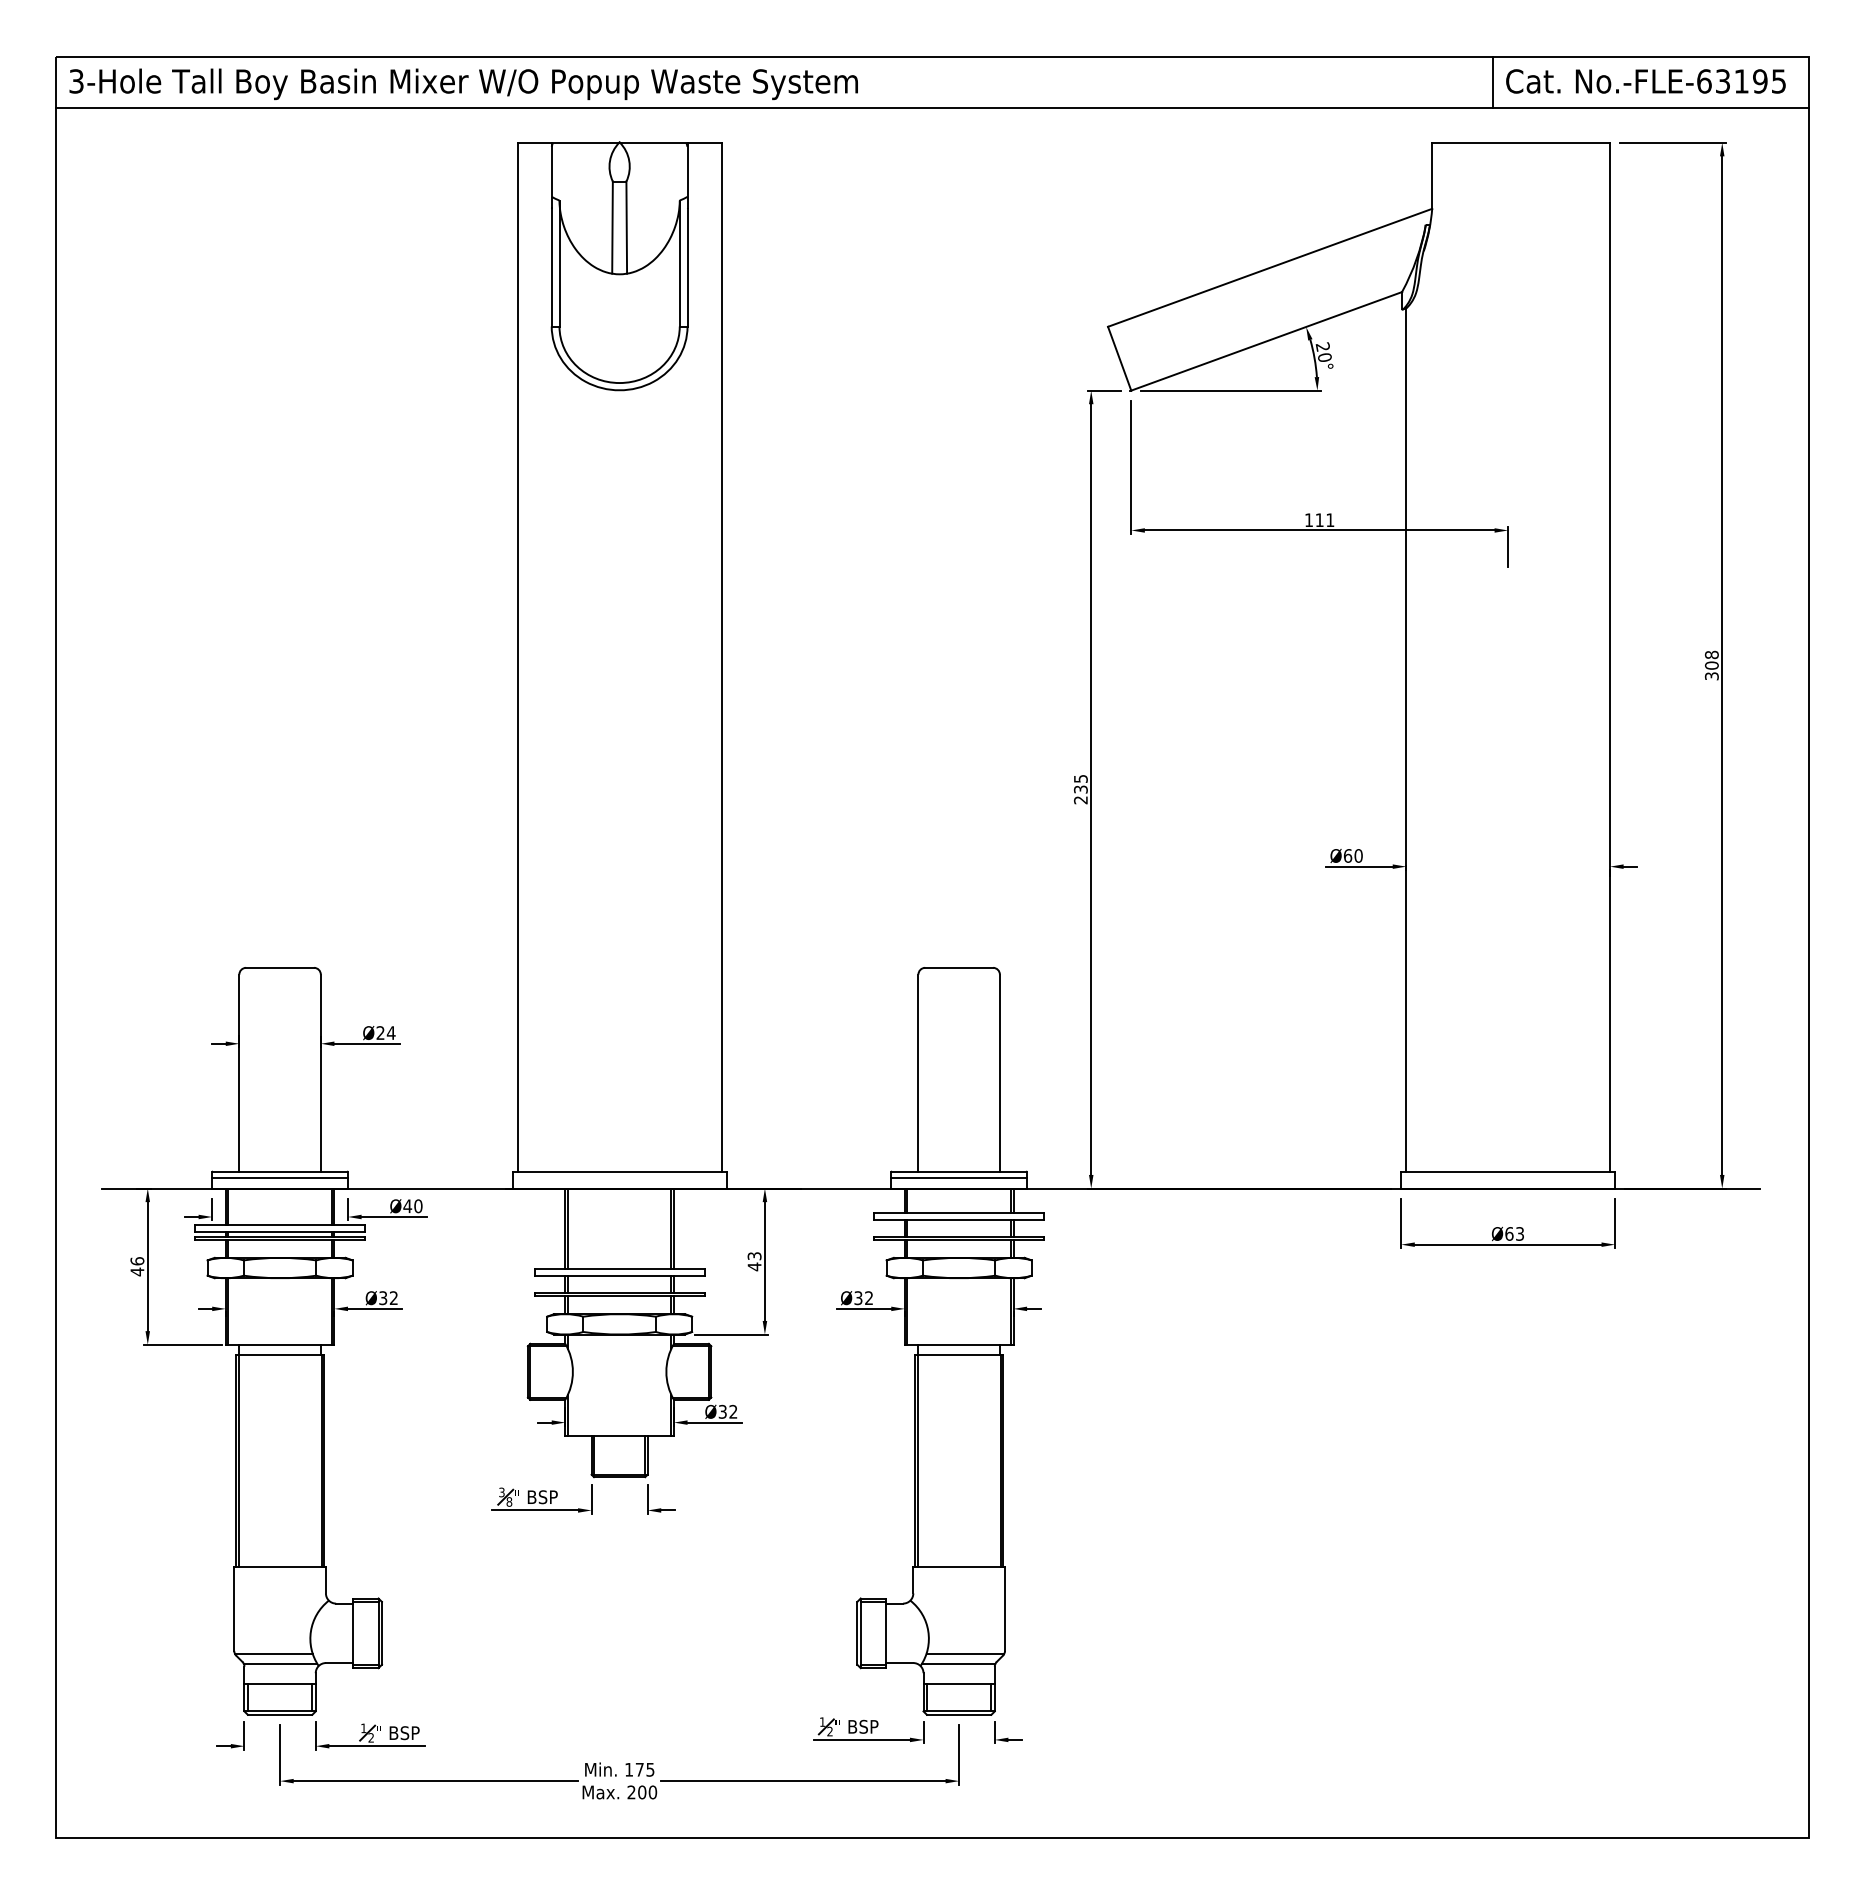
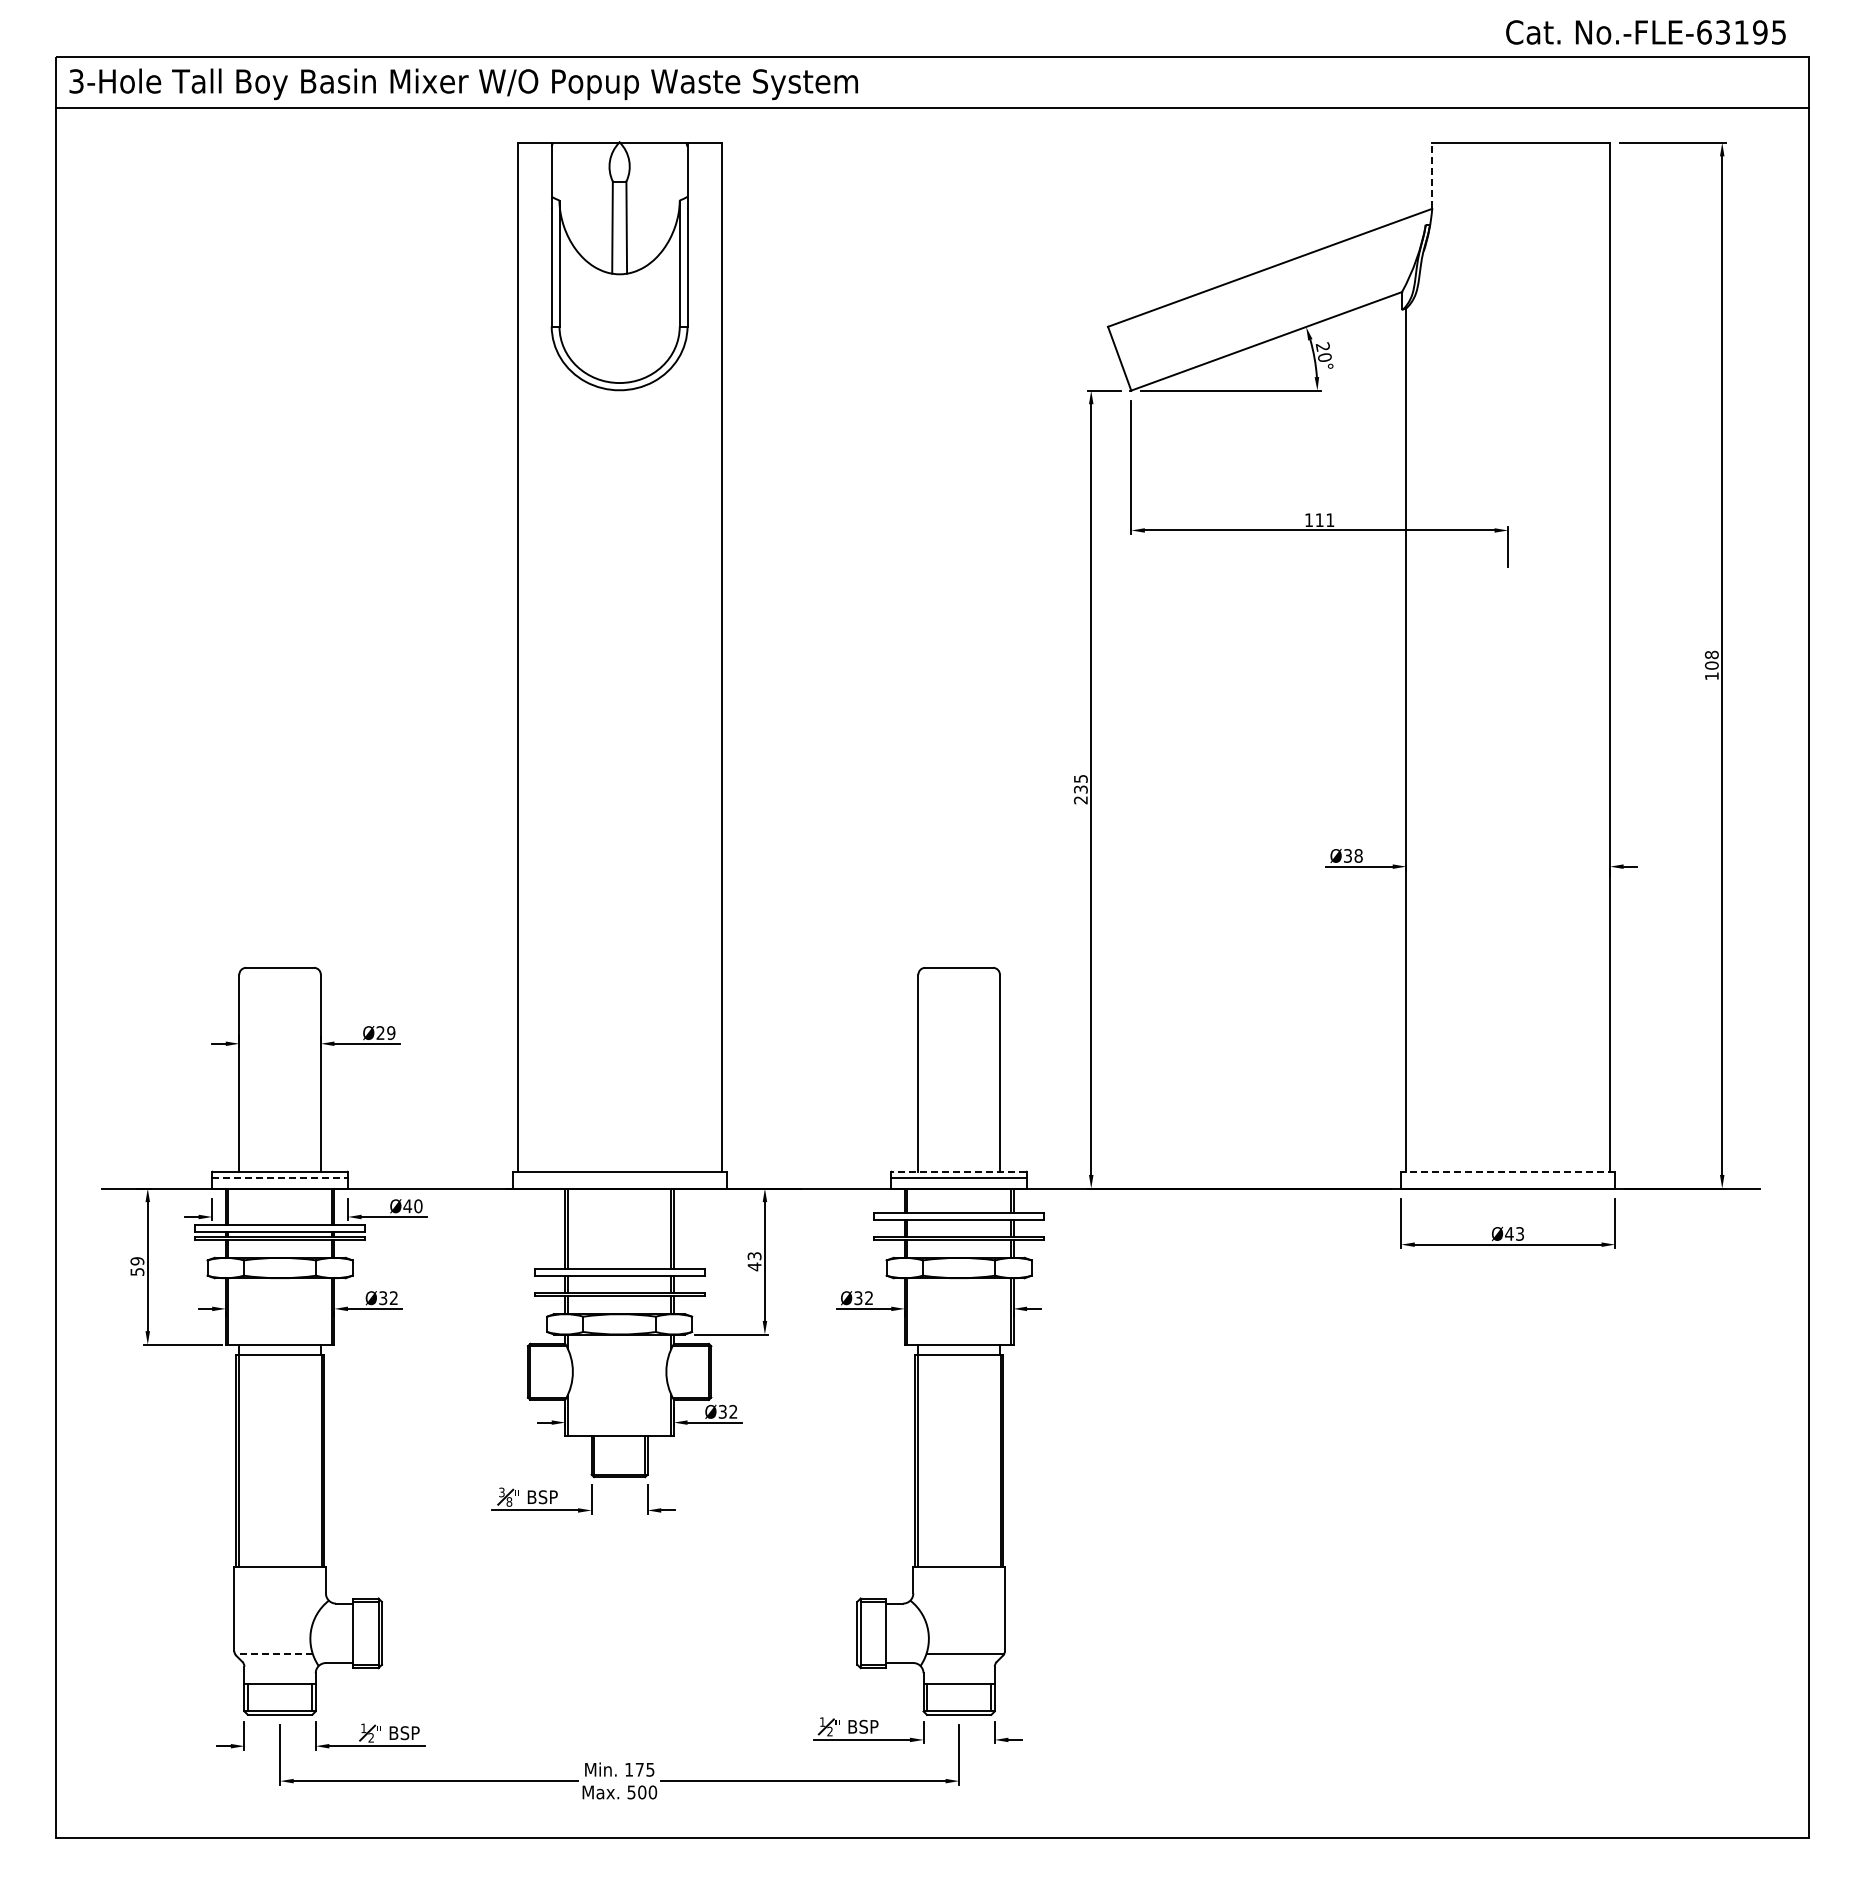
line at (1492, 81): present -> none
text at (1645, 81) position: (1645, 81) -> (1645, 32)
line at (1432, 175): solid -> dashed
text at (1711, 676): 308 -> 108
text at (1352, 855): Ø60 -> Ø38
text at (390, 1033): Ø24 -> Ø29
line at (958, 1171): solid -> dashed
line at (1508, 1171): solid -> dashed
line at (280, 1178): solid -> dashed
text at (1509, 1233): Ø63 -> Ø43
text at (137, 1266): 46 -> 59
line at (273, 1653): solid -> dashed
line at (280, 1663): present -> none
line at (958, 1663): present -> none
text at (631, 1792): 200 -> 500
